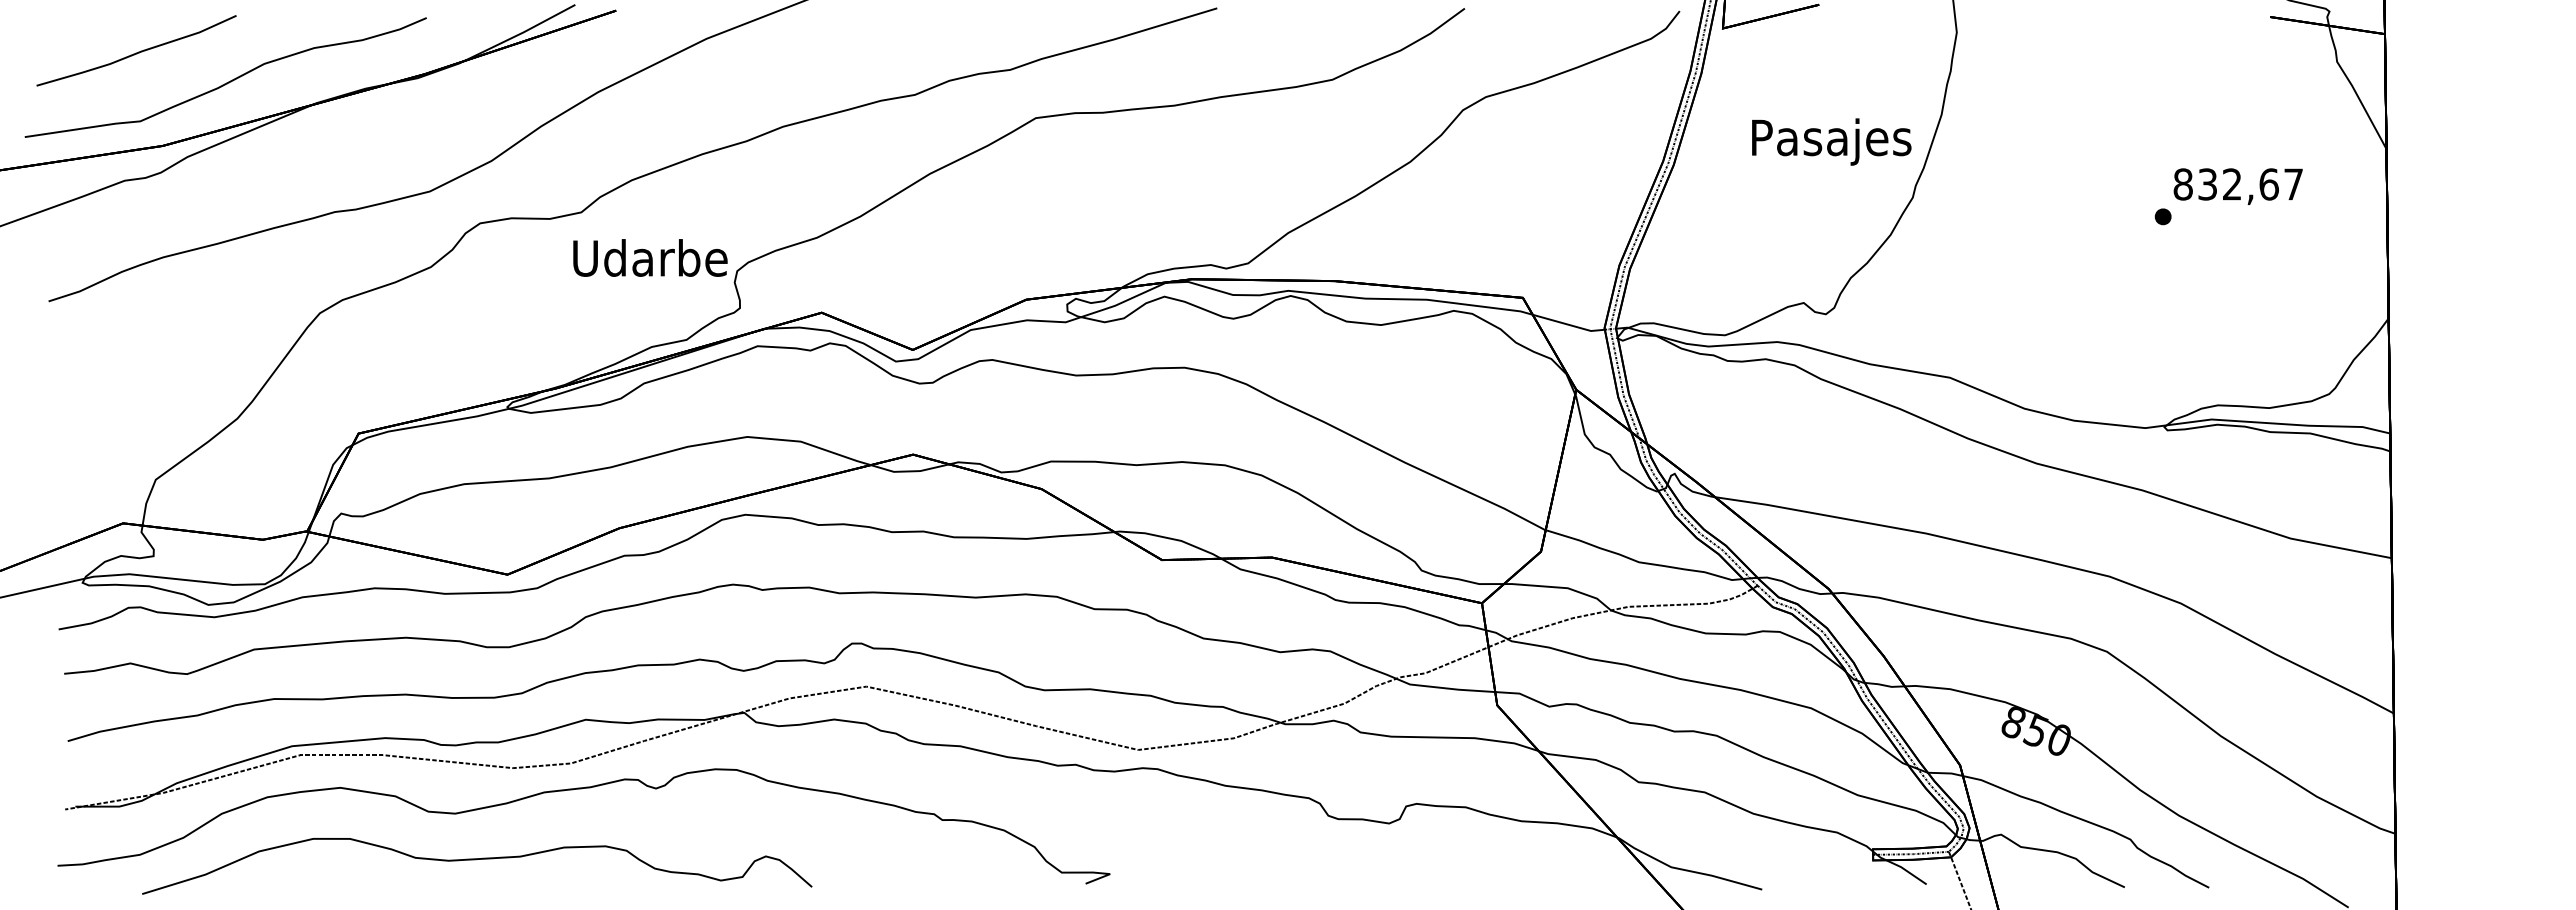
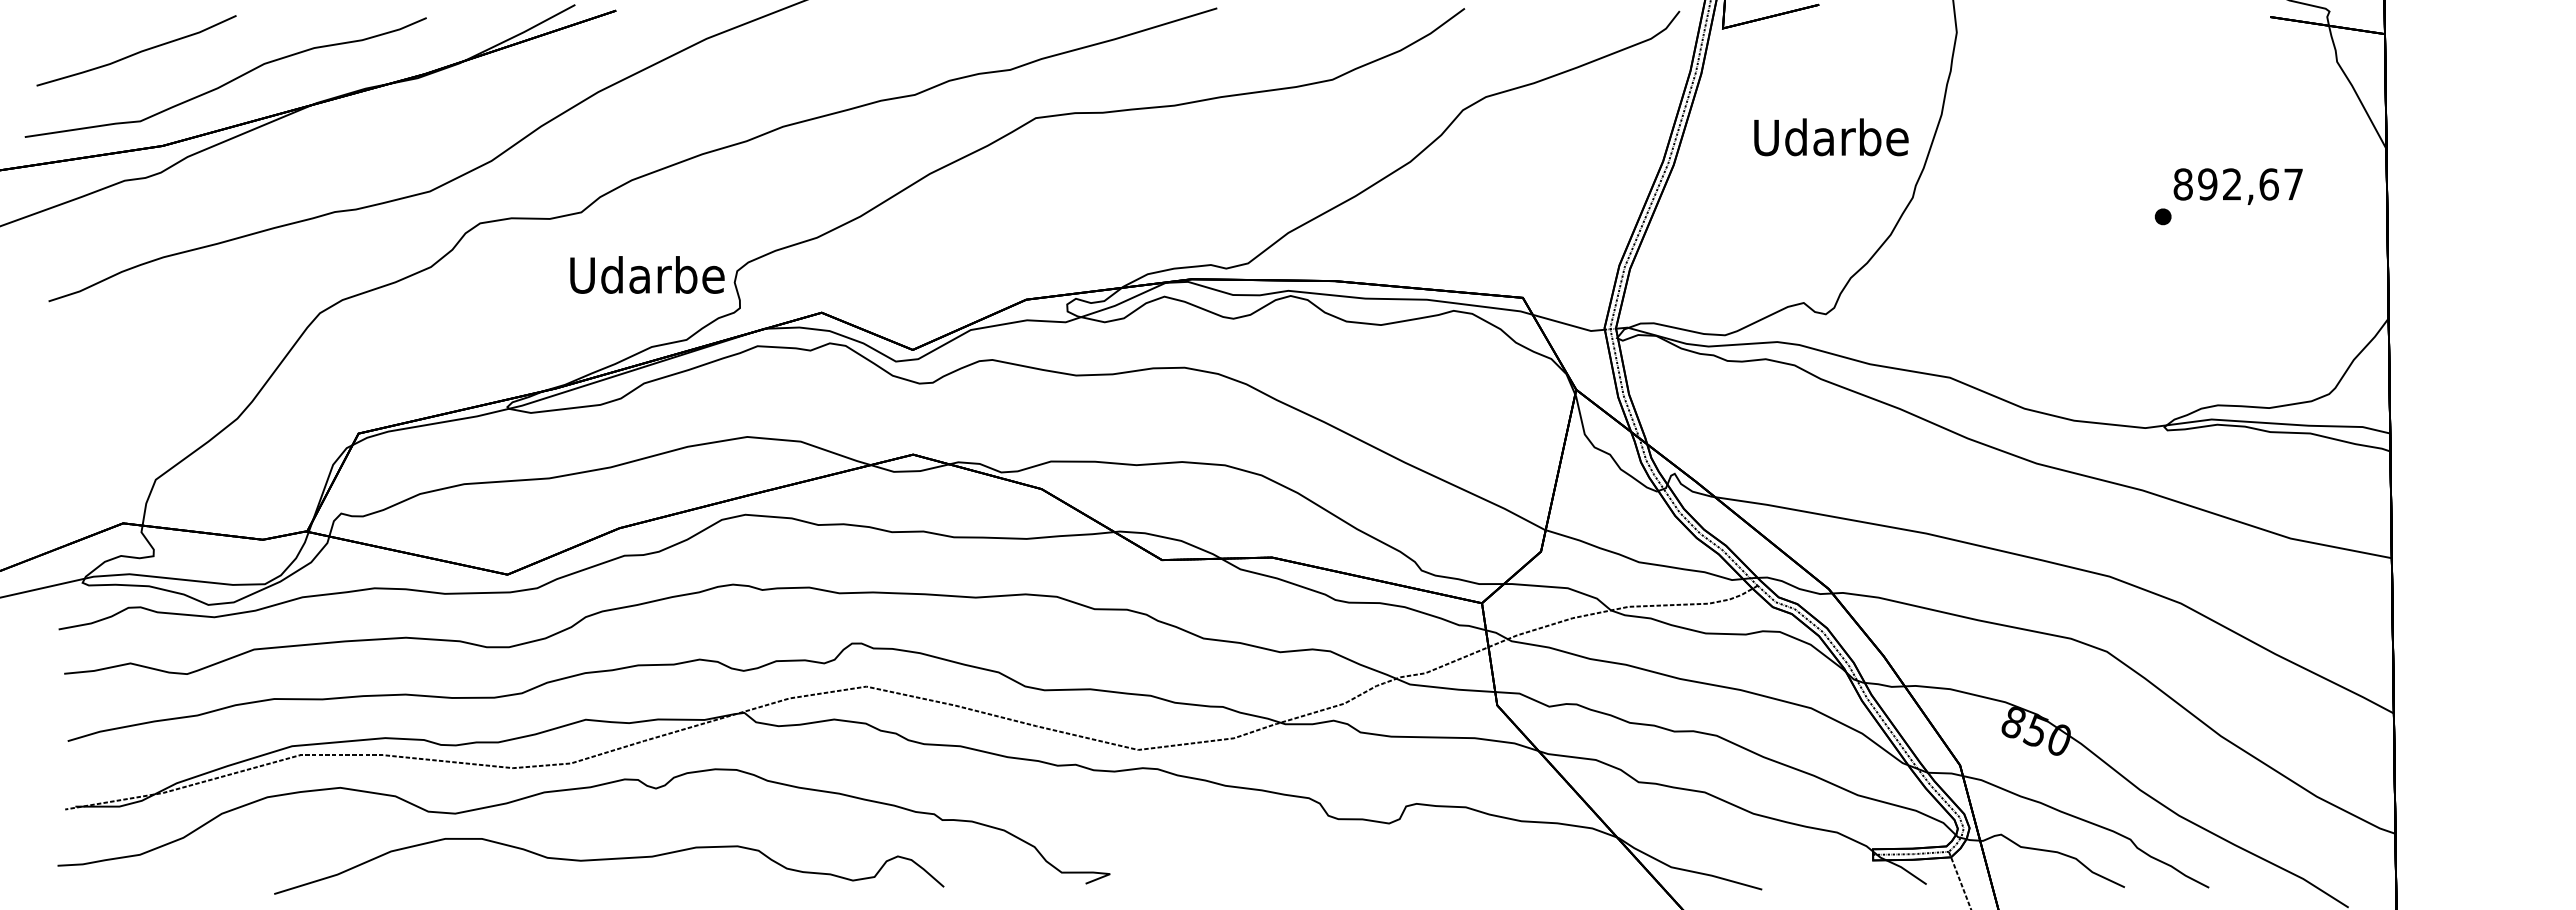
text at (1831, 141): Pasajes -> Udarbe
text at (2207, 184): 832,67 -> 892,67
text at (650, 257) position: (650, 257) -> (647, 274)
part at (476, 860) position: (476, 860) -> (608, 860)
